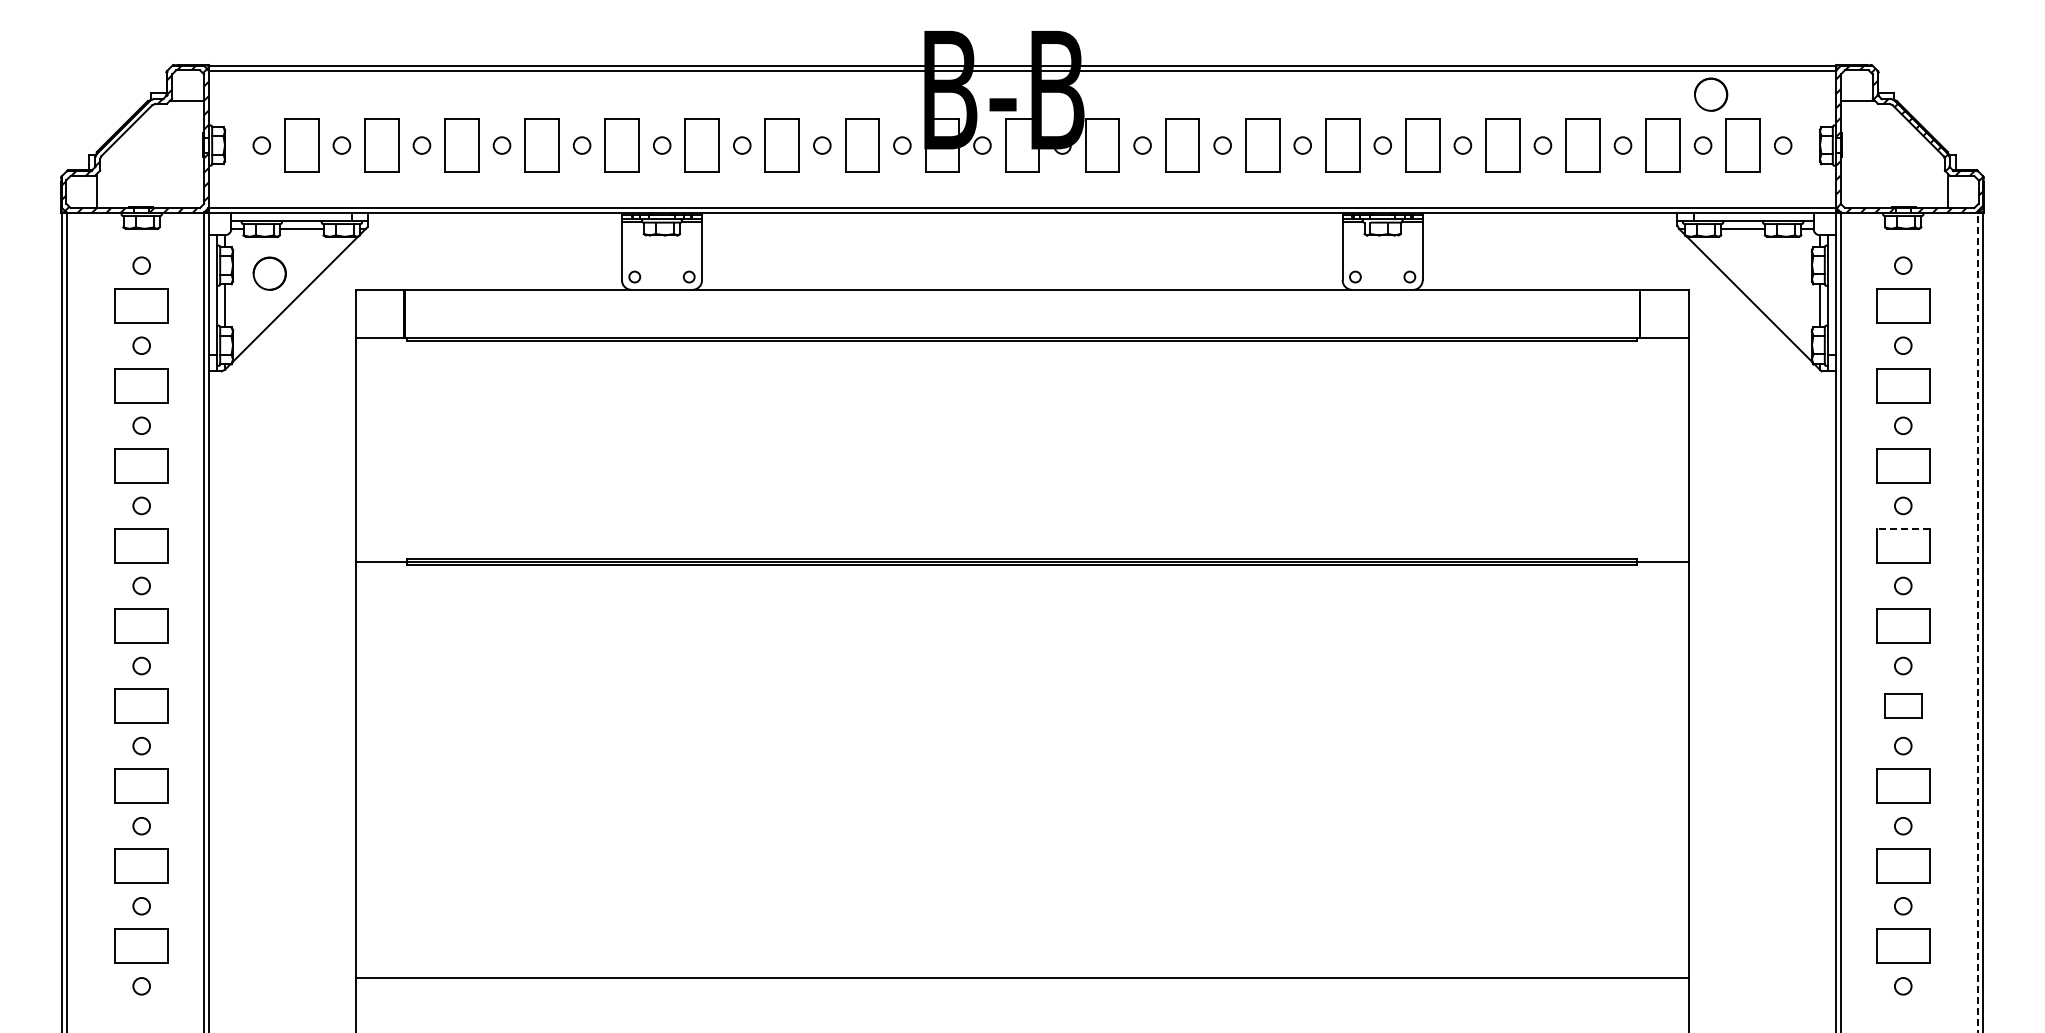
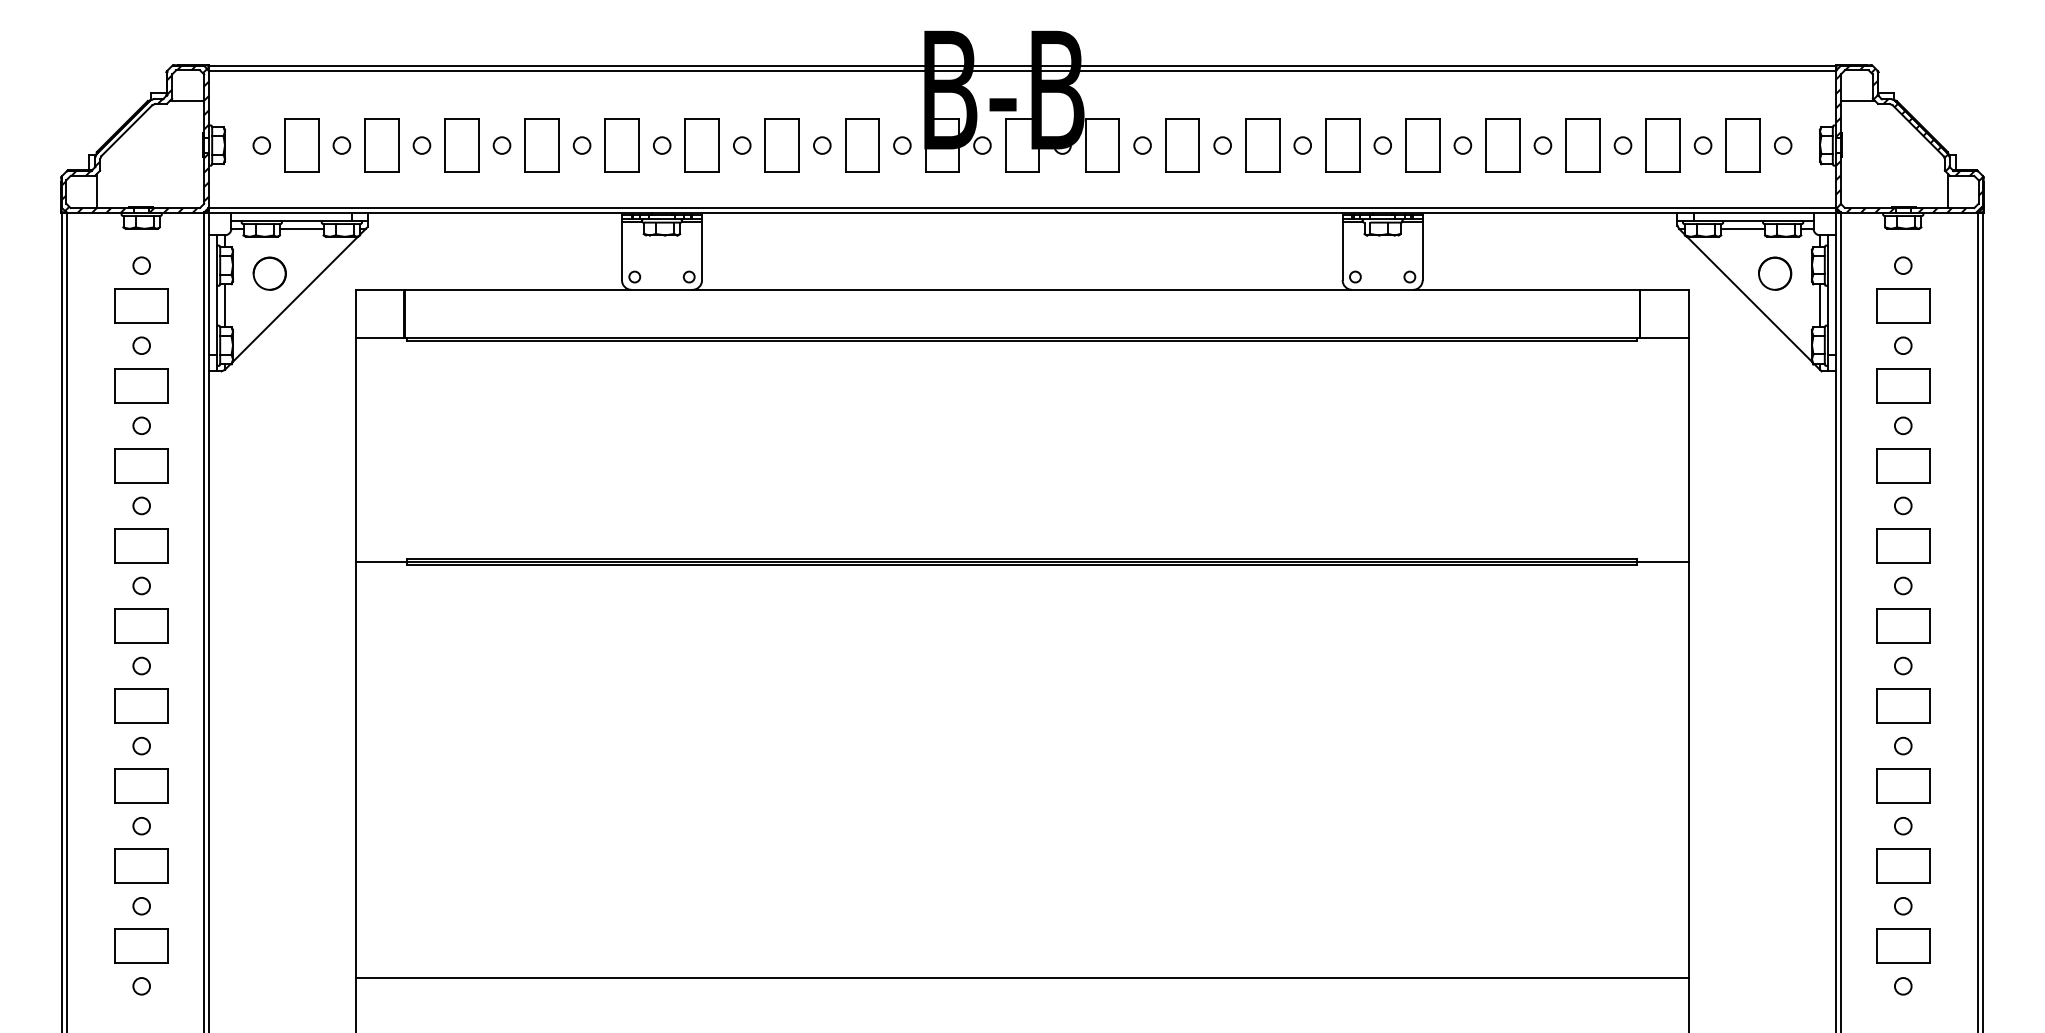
circle at (1711, 94) position: (1711, 94) -> (1775, 273)
line at (1902, 529): dashed -> solid
line at (1978, 622): dashed -> solid
part at (1903, 705) size: 39x26 px -> 55x36 px
